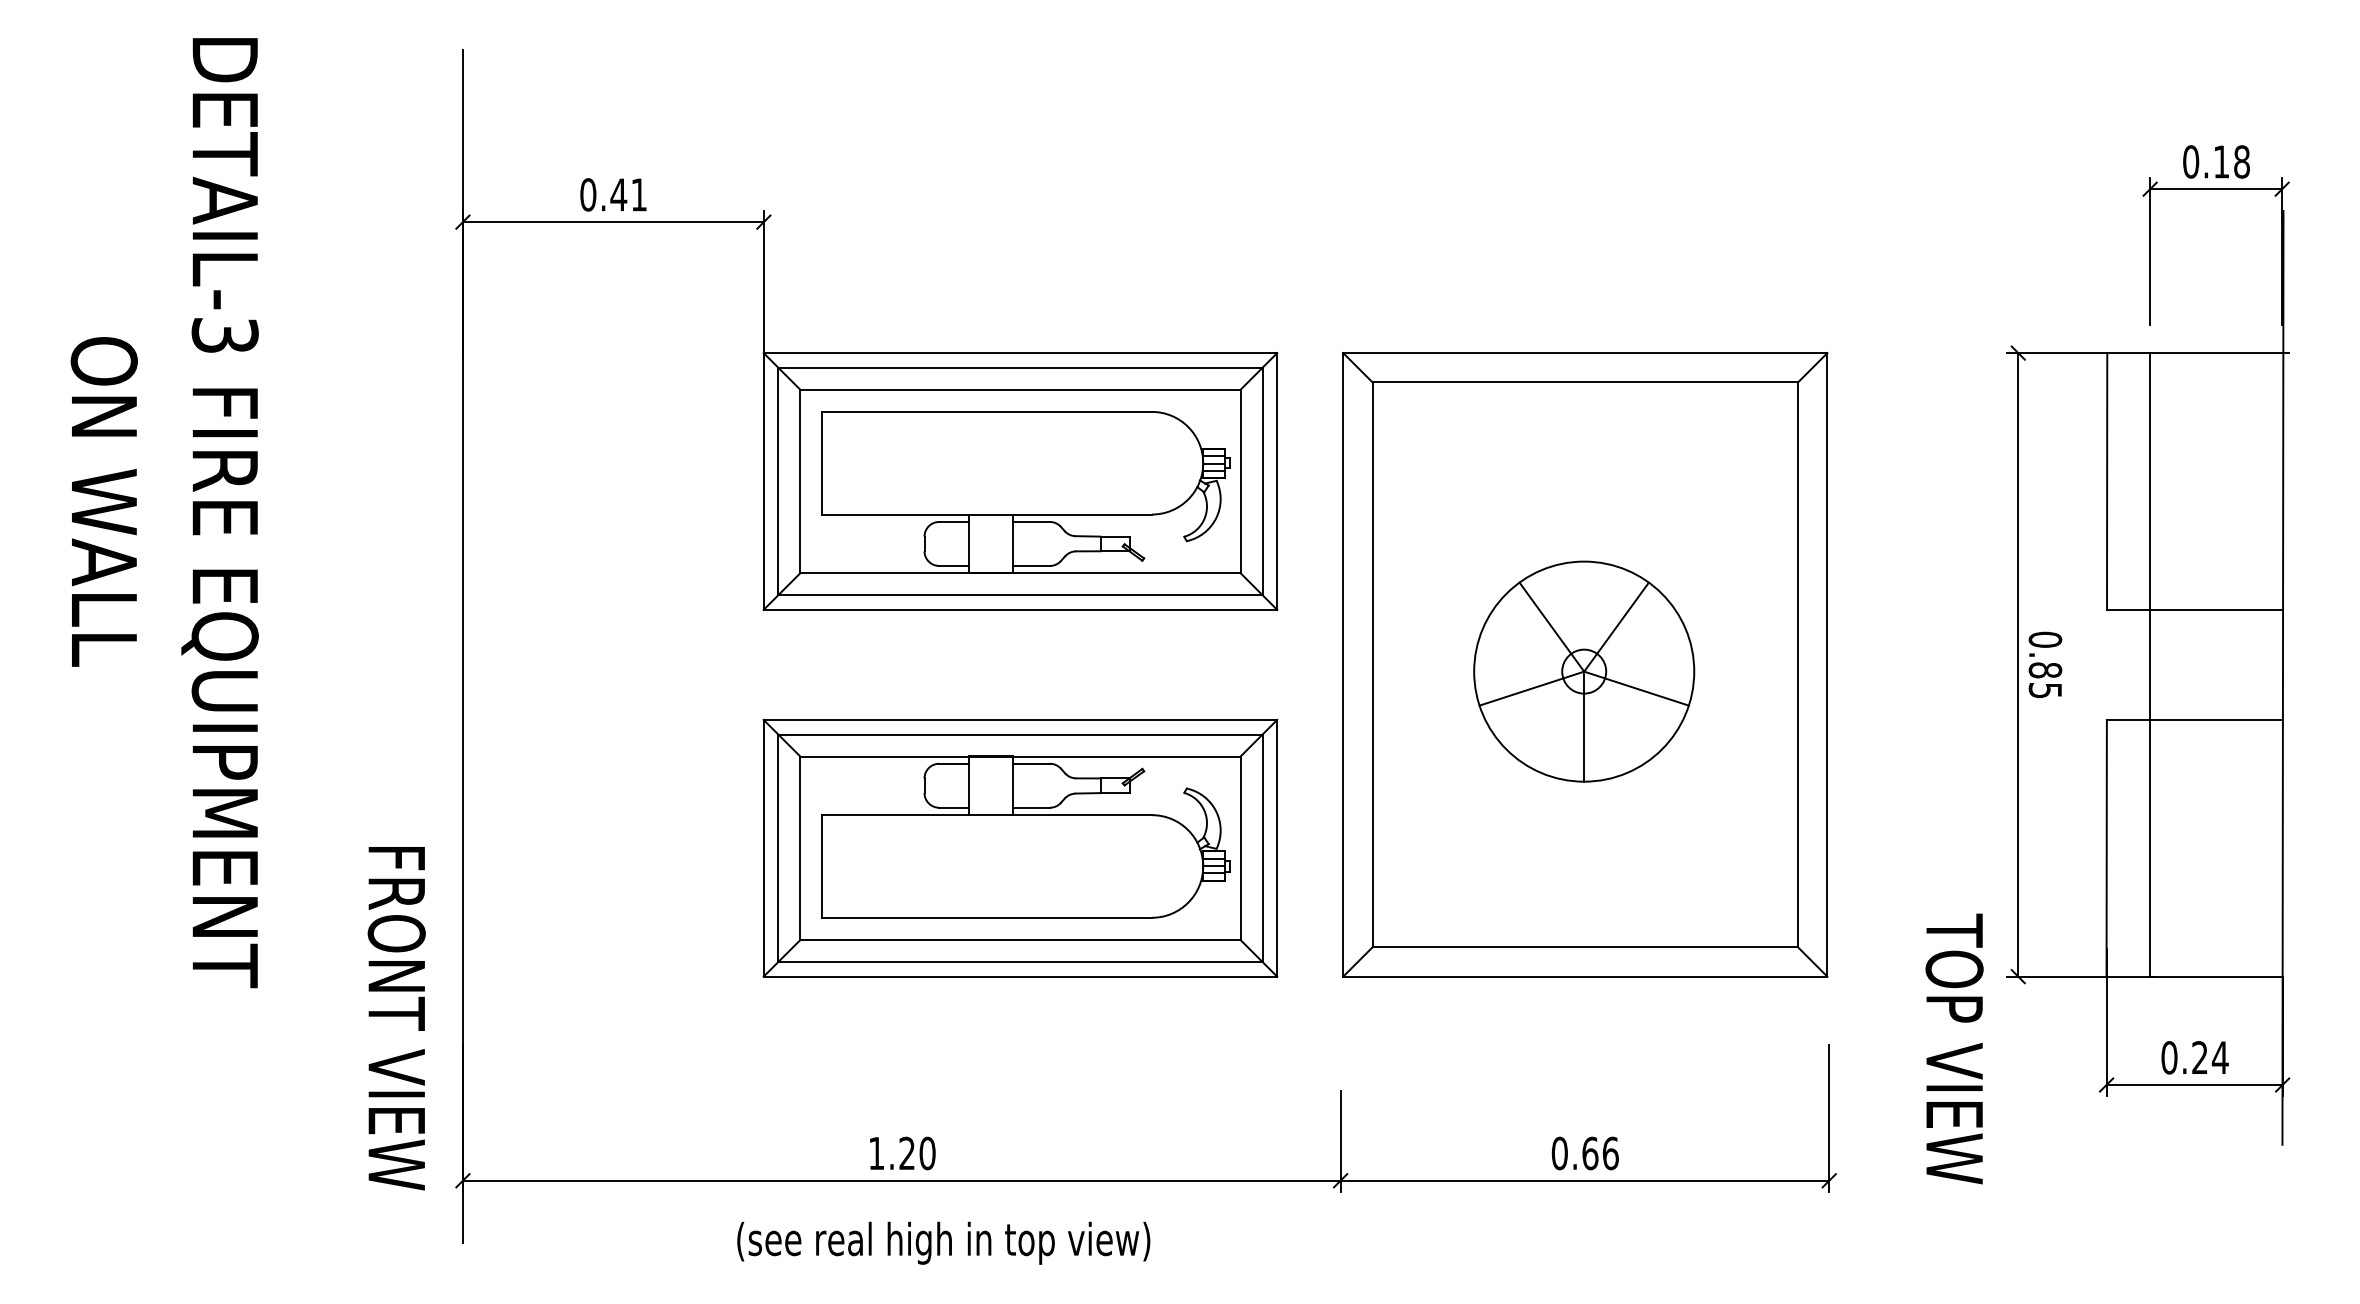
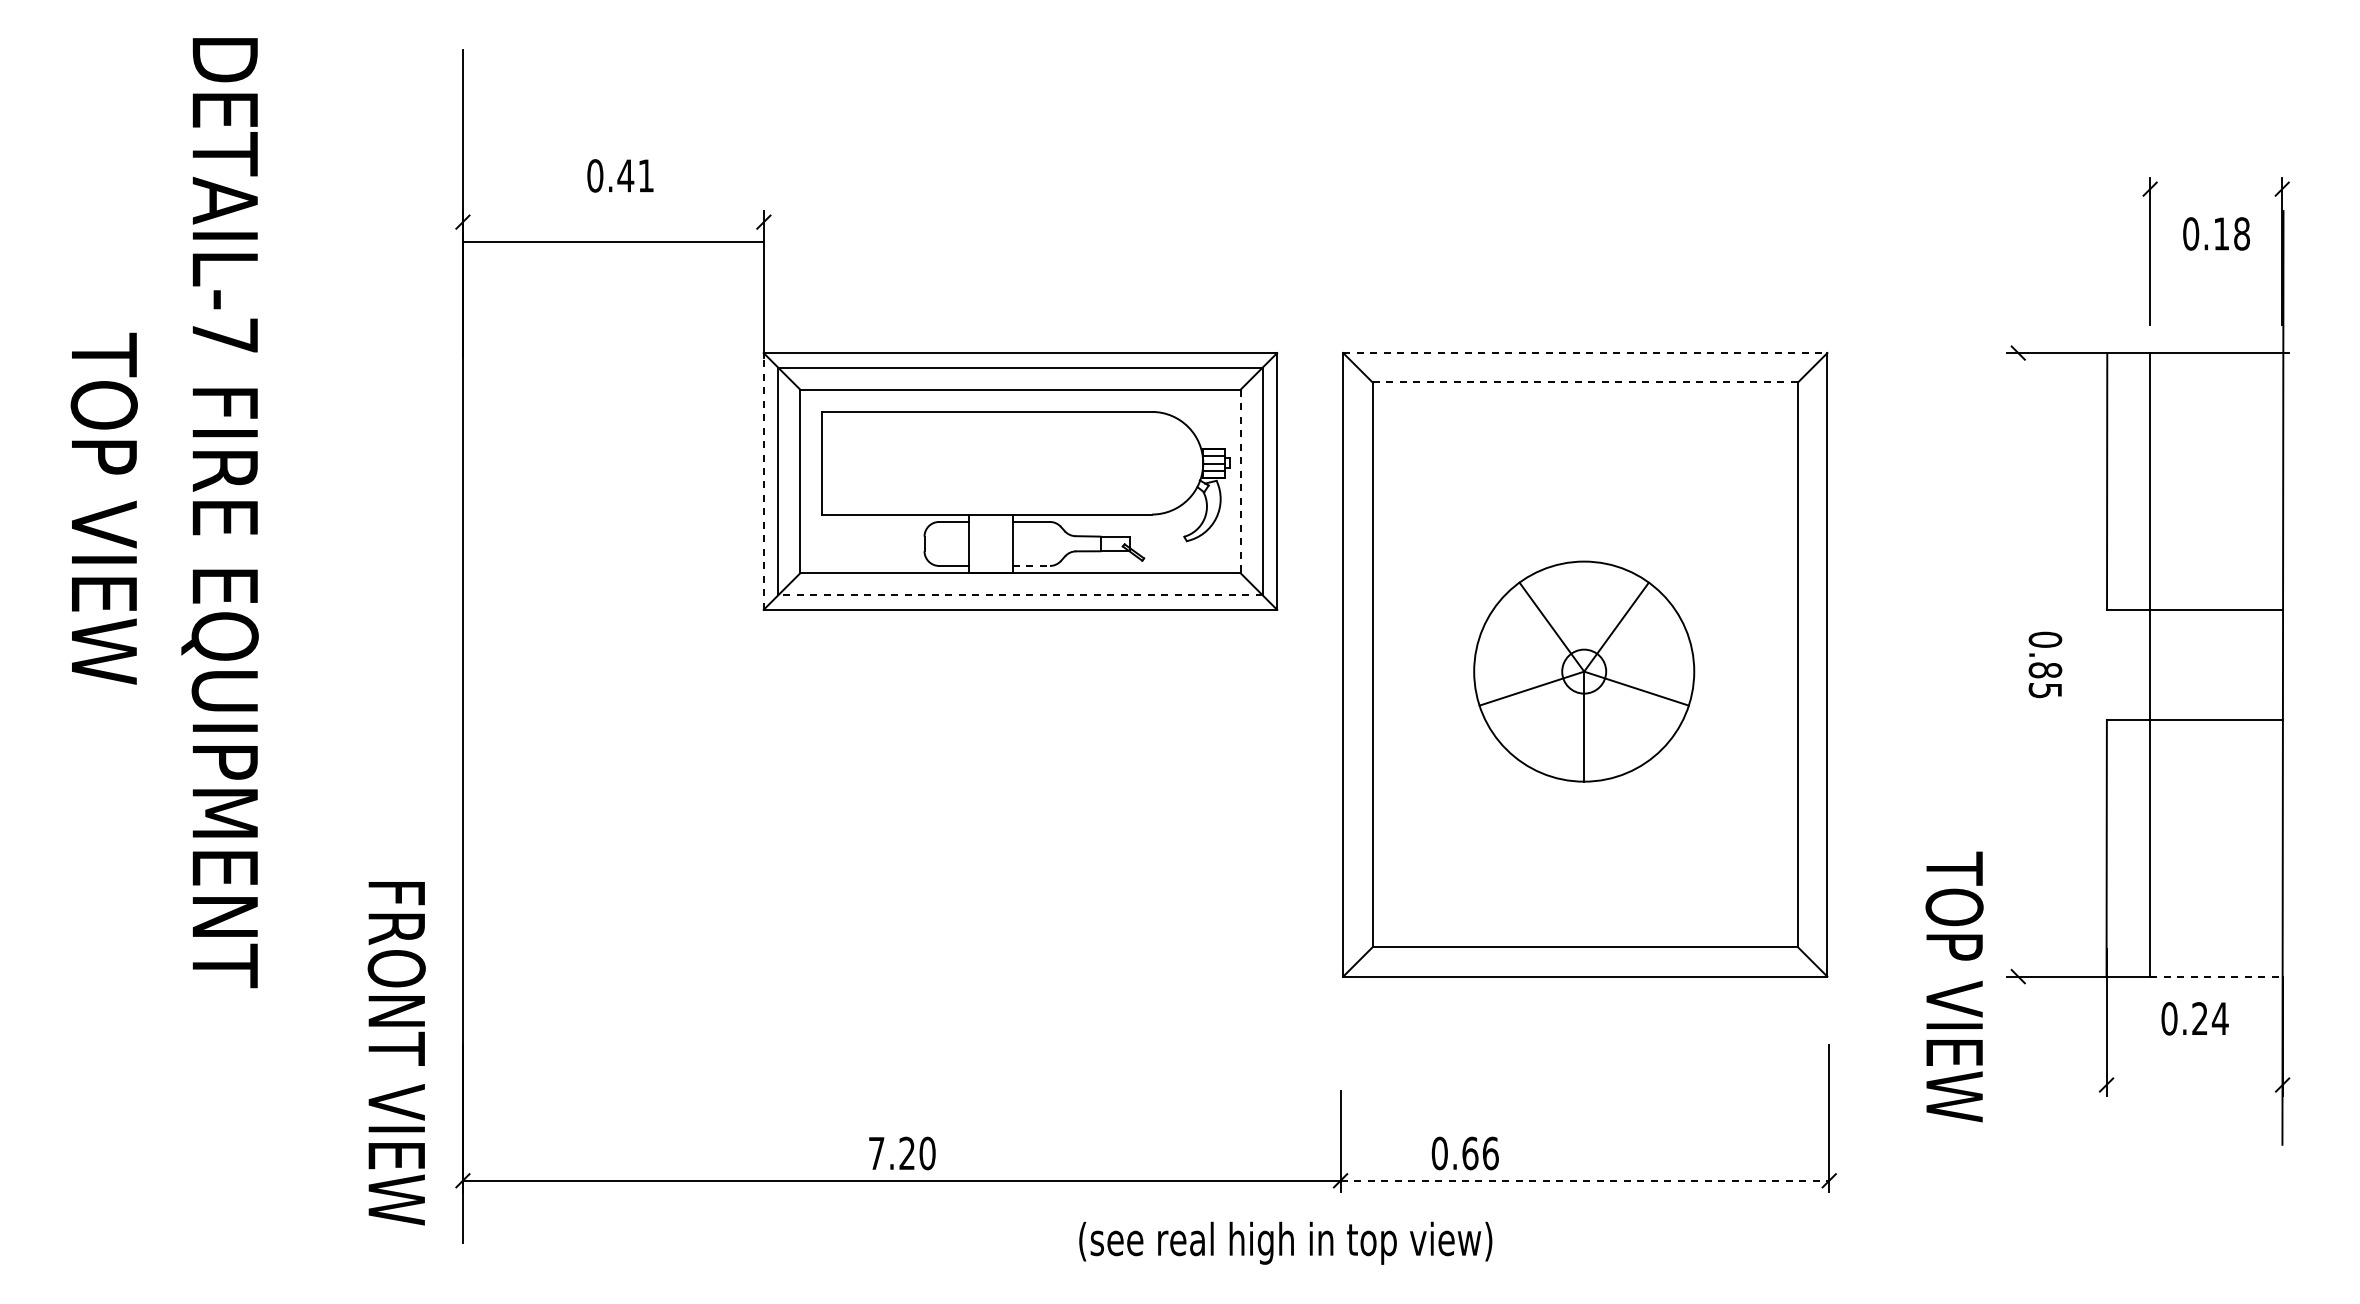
text at (2216, 161) position: (2216, 161) -> (2216, 233)
line at (2216, 189): present -> none
text at (613, 194) position: (613, 194) -> (620, 175)
line at (612, 222) position: (612, 222) -> (612, 242)
text at (224, 335): DETAIL-3 -> DETAIL-7
line at (1585, 353): solid -> dashed
line at (1585, 382): solid -> dashed
line at (763, 480): solid -> dashed
line at (1240, 481): solid -> dashed
text at (103, 508): ON WALL -> TOP VIEW
line at (1031, 565): solid -> dashed
line at (1019, 595): solid -> dashed
line at (2018, 664): present -> none
part at (1020, 847): present -> none
line at (2216, 976): solid -> dashed
text at (396, 1018) position: (396, 1018) -> (396, 1053)
text at (1954, 1048) position: (1954, 1048) -> (1954, 986)
text at (2194, 1057) position: (2194, 1057) -> (2194, 1018)
line at (2194, 1084): present -> none
text at (876, 1153): 1.20 -> 7.20
text at (1584, 1153) position: (1584, 1153) -> (1464, 1153)
line at (1585, 1180): solid -> dashed
text at (943, 1242) position: (943, 1242) -> (1285, 1242)
